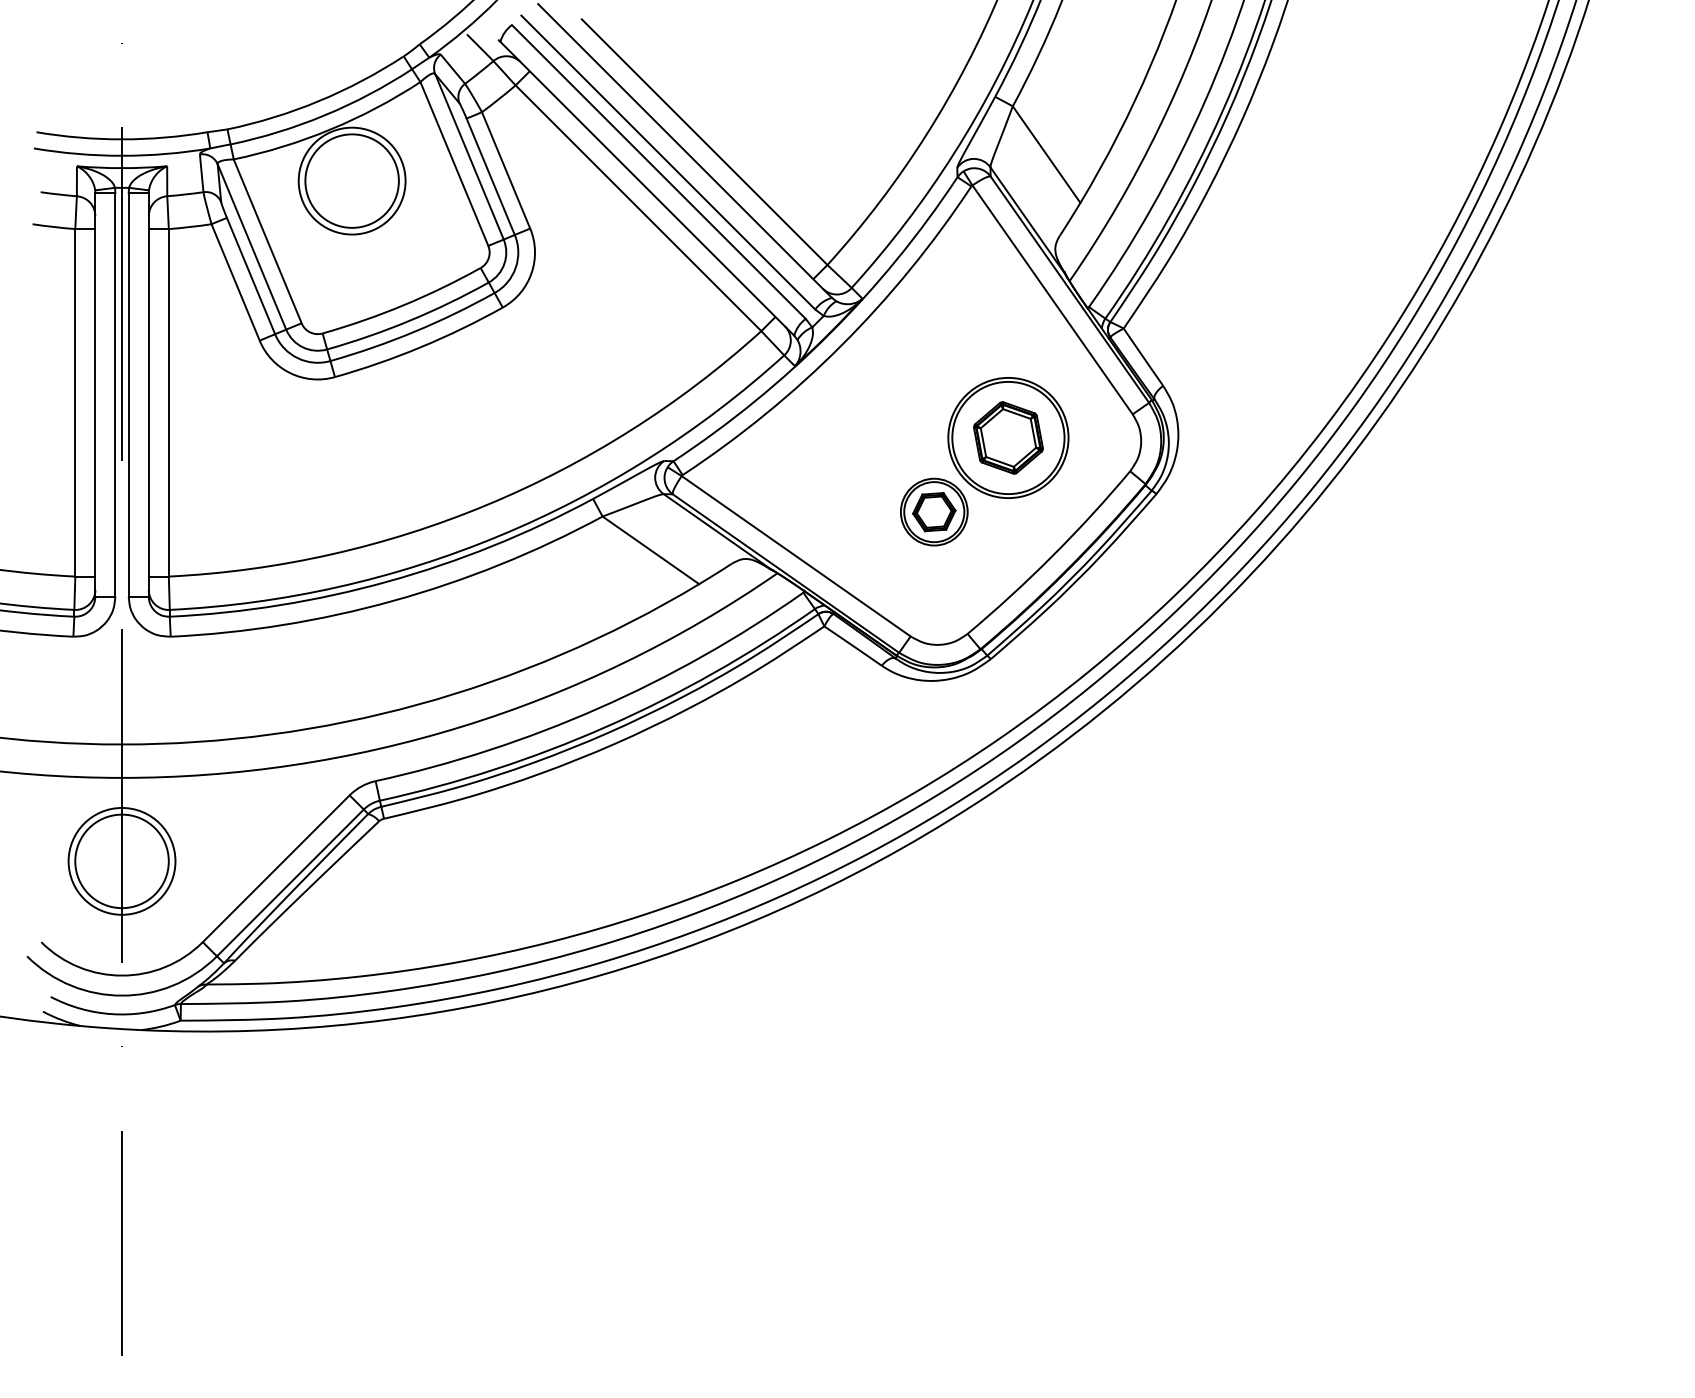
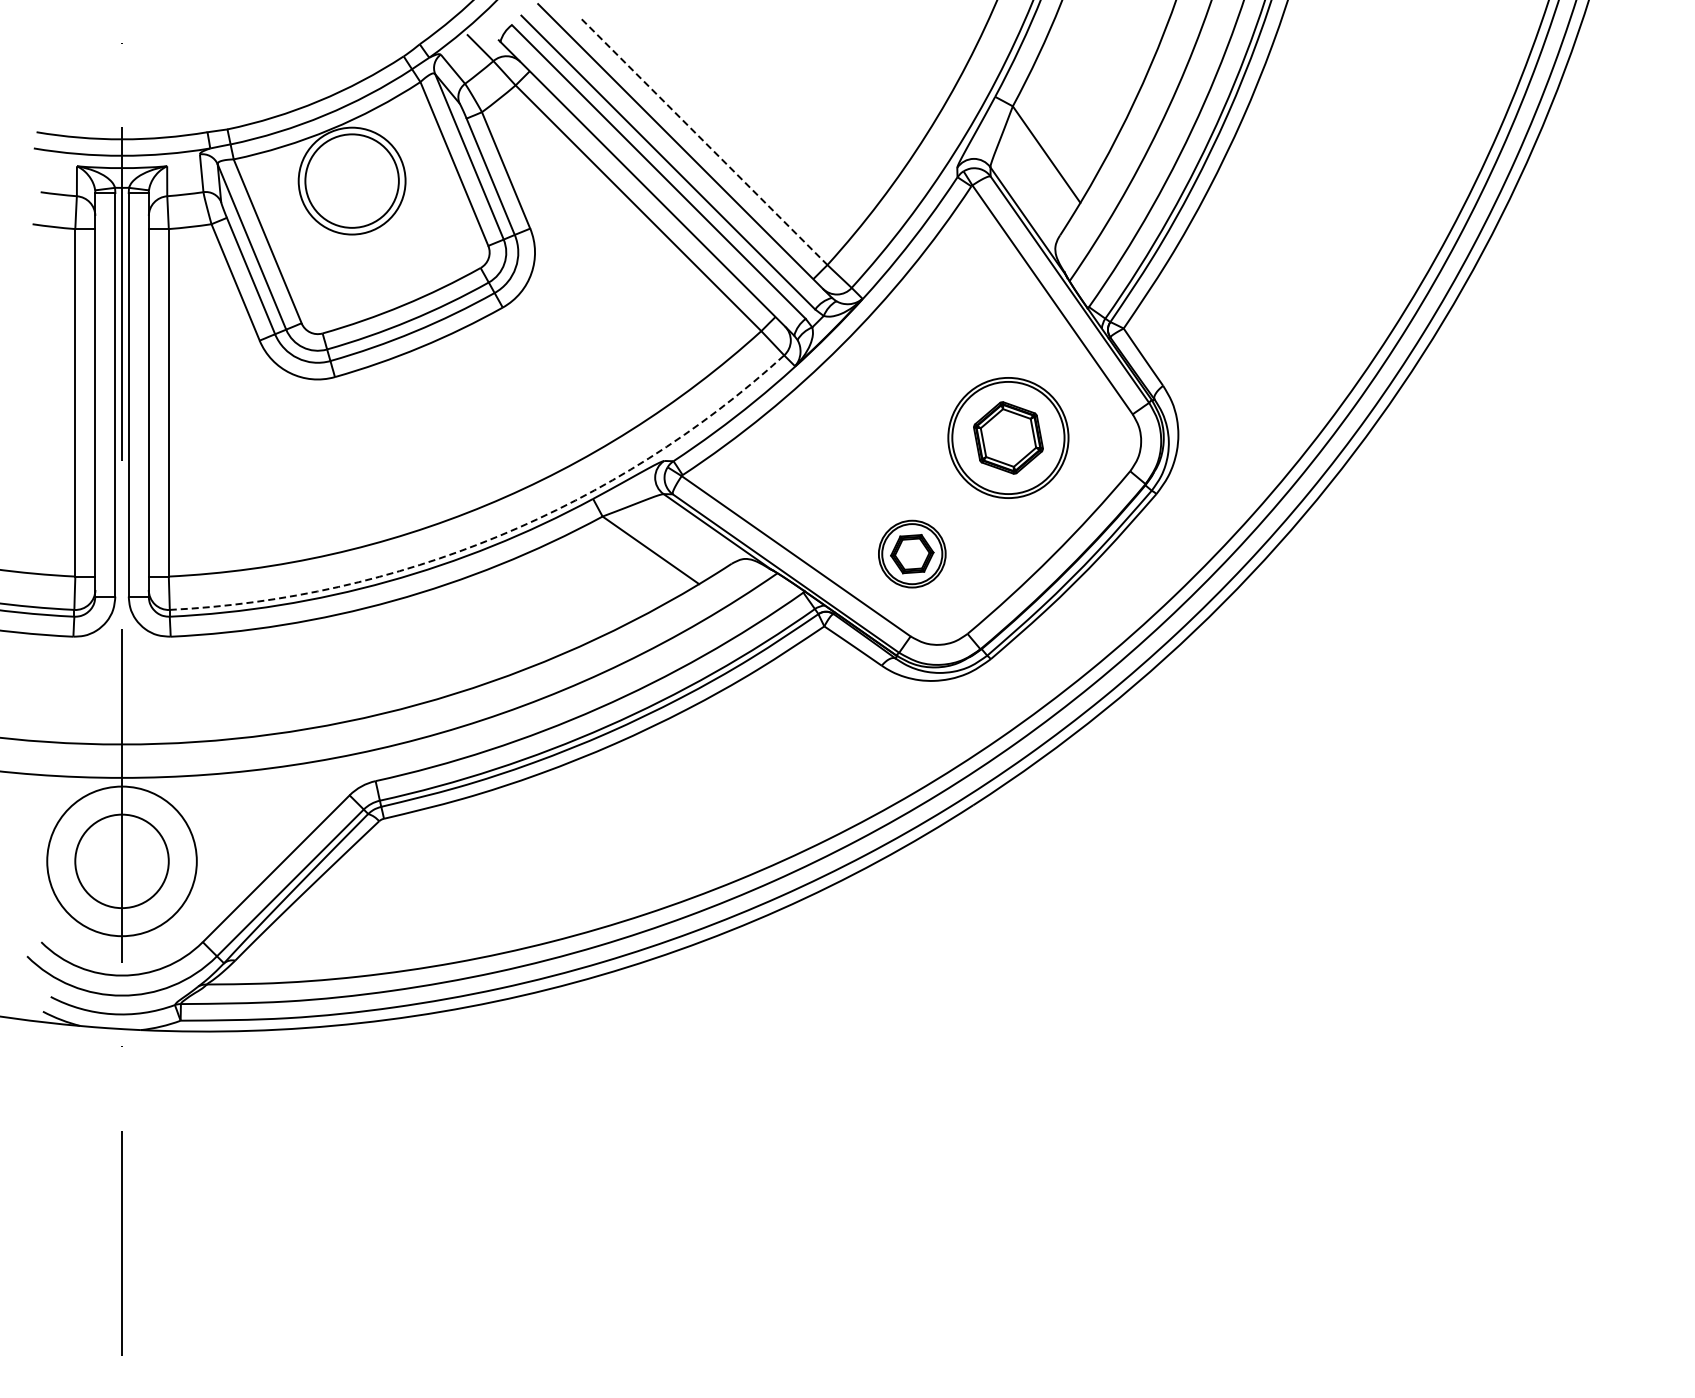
line at (704, 142): solid -> dashed
part at (934, 511) position: (934, 511) -> (912, 553)
arc at (499, 536): solid -> dashed
circle at (121, 860) diameter: 107 px -> 150 px
